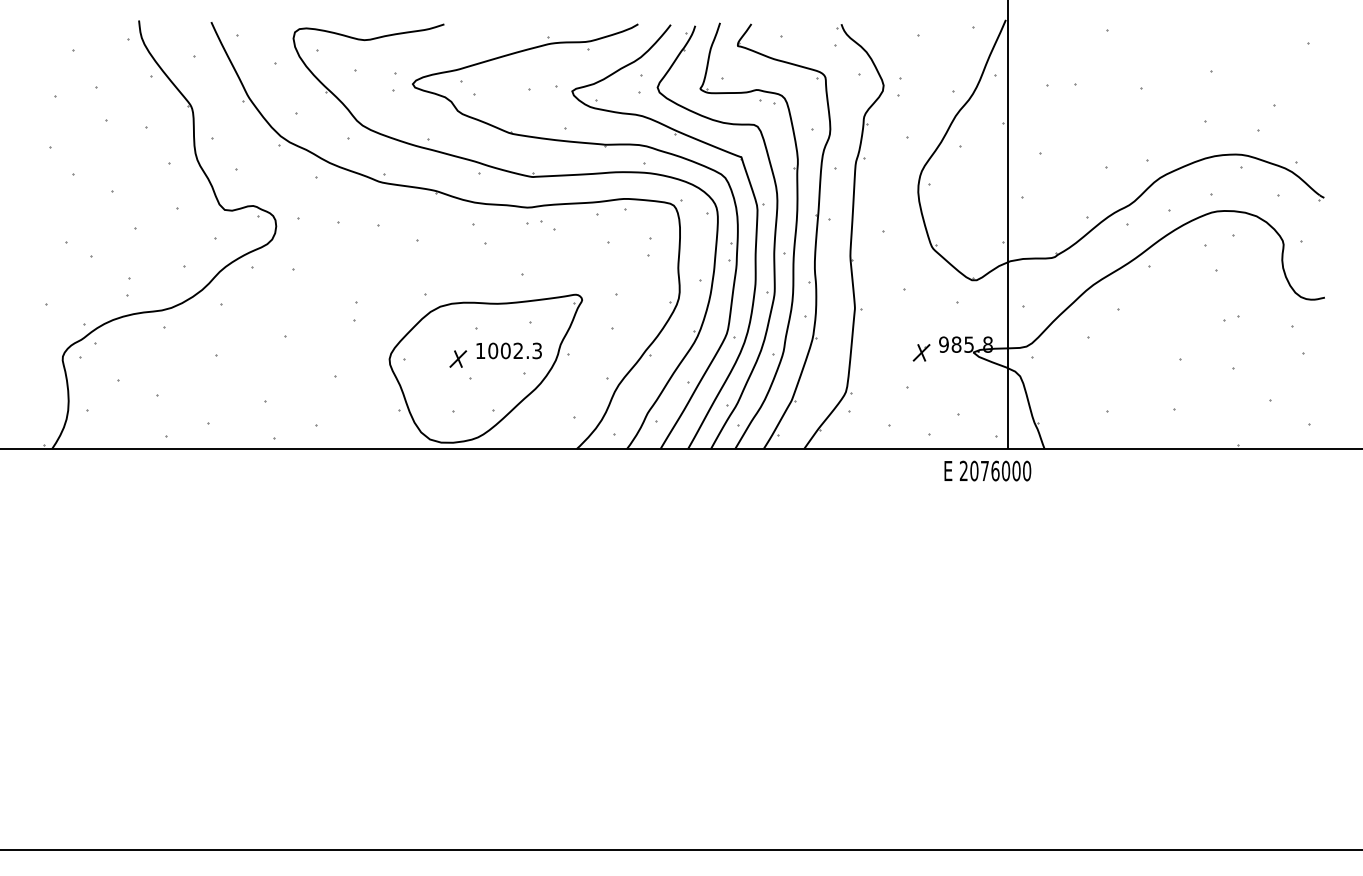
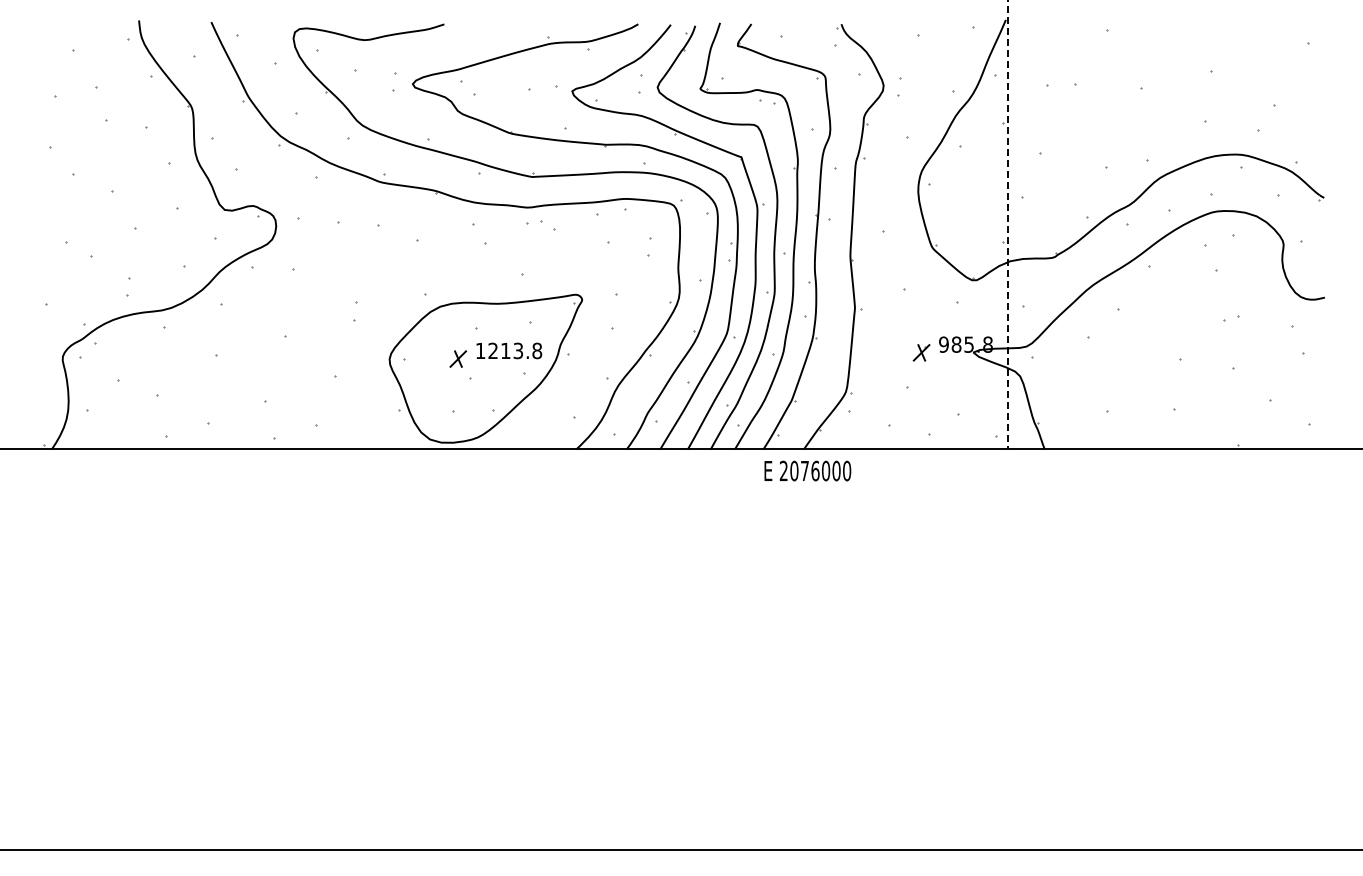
line at (1007, 225): solid -> dashed
text at (515, 350): 1002.3 -> 1213.8
text at (987, 470) position: (987, 470) -> (807, 470)
